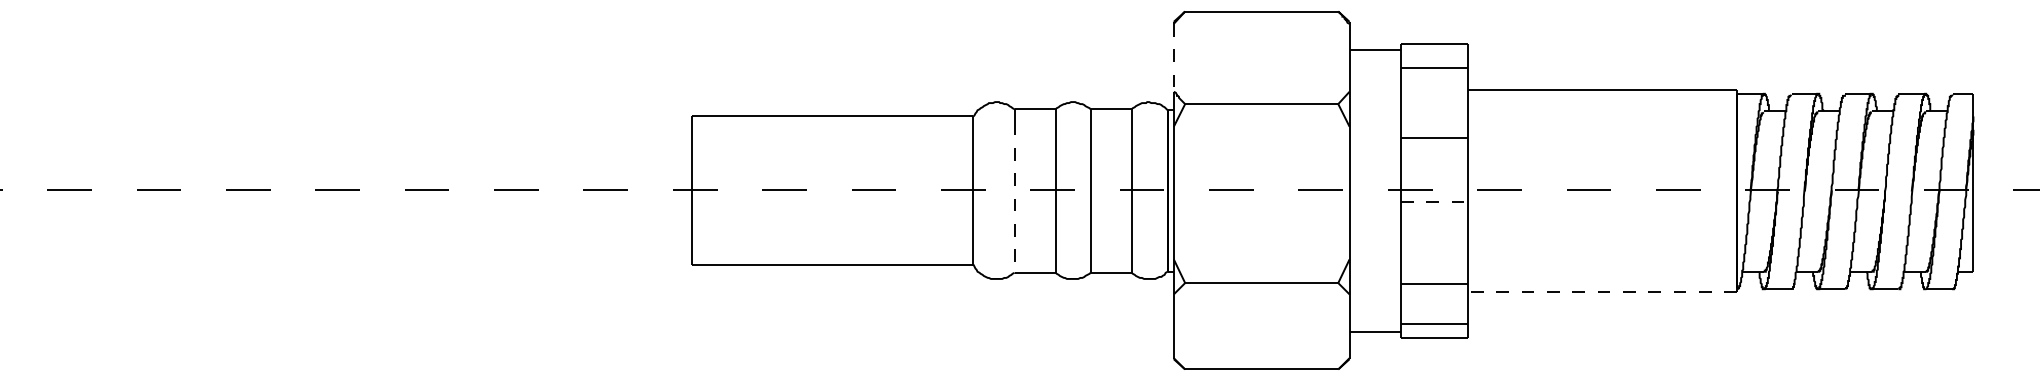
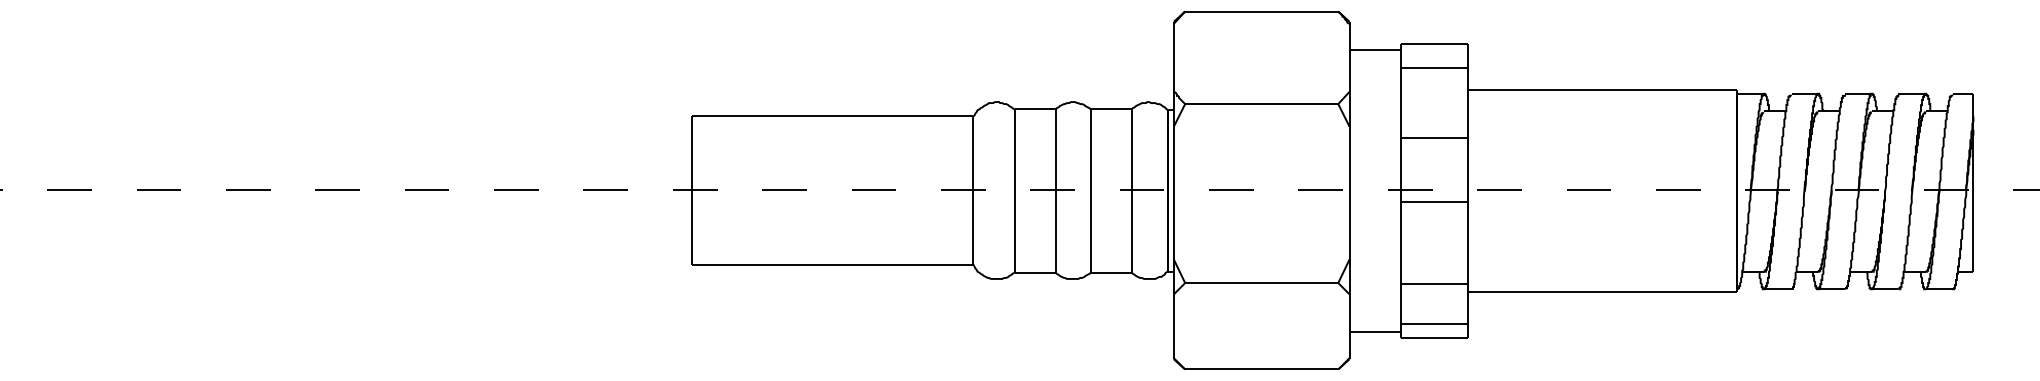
line at (1173, 57): dashed -> solid
line at (1014, 198): dashed -> solid
line at (1434, 201): dashed -> solid
line at (1602, 292): dashed -> solid
